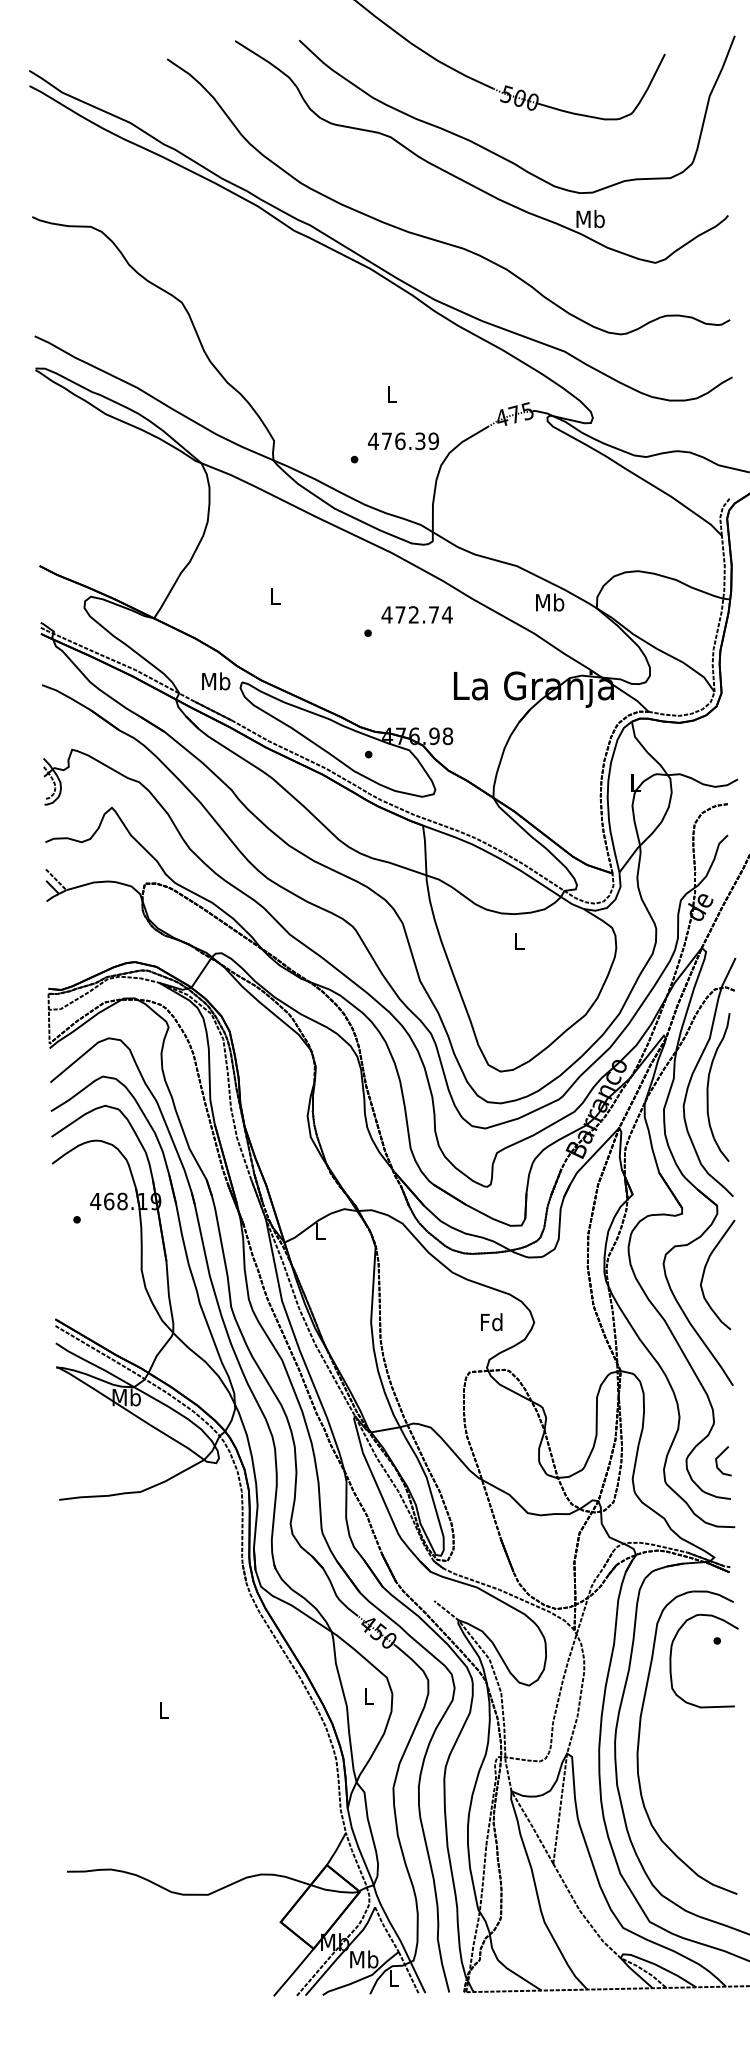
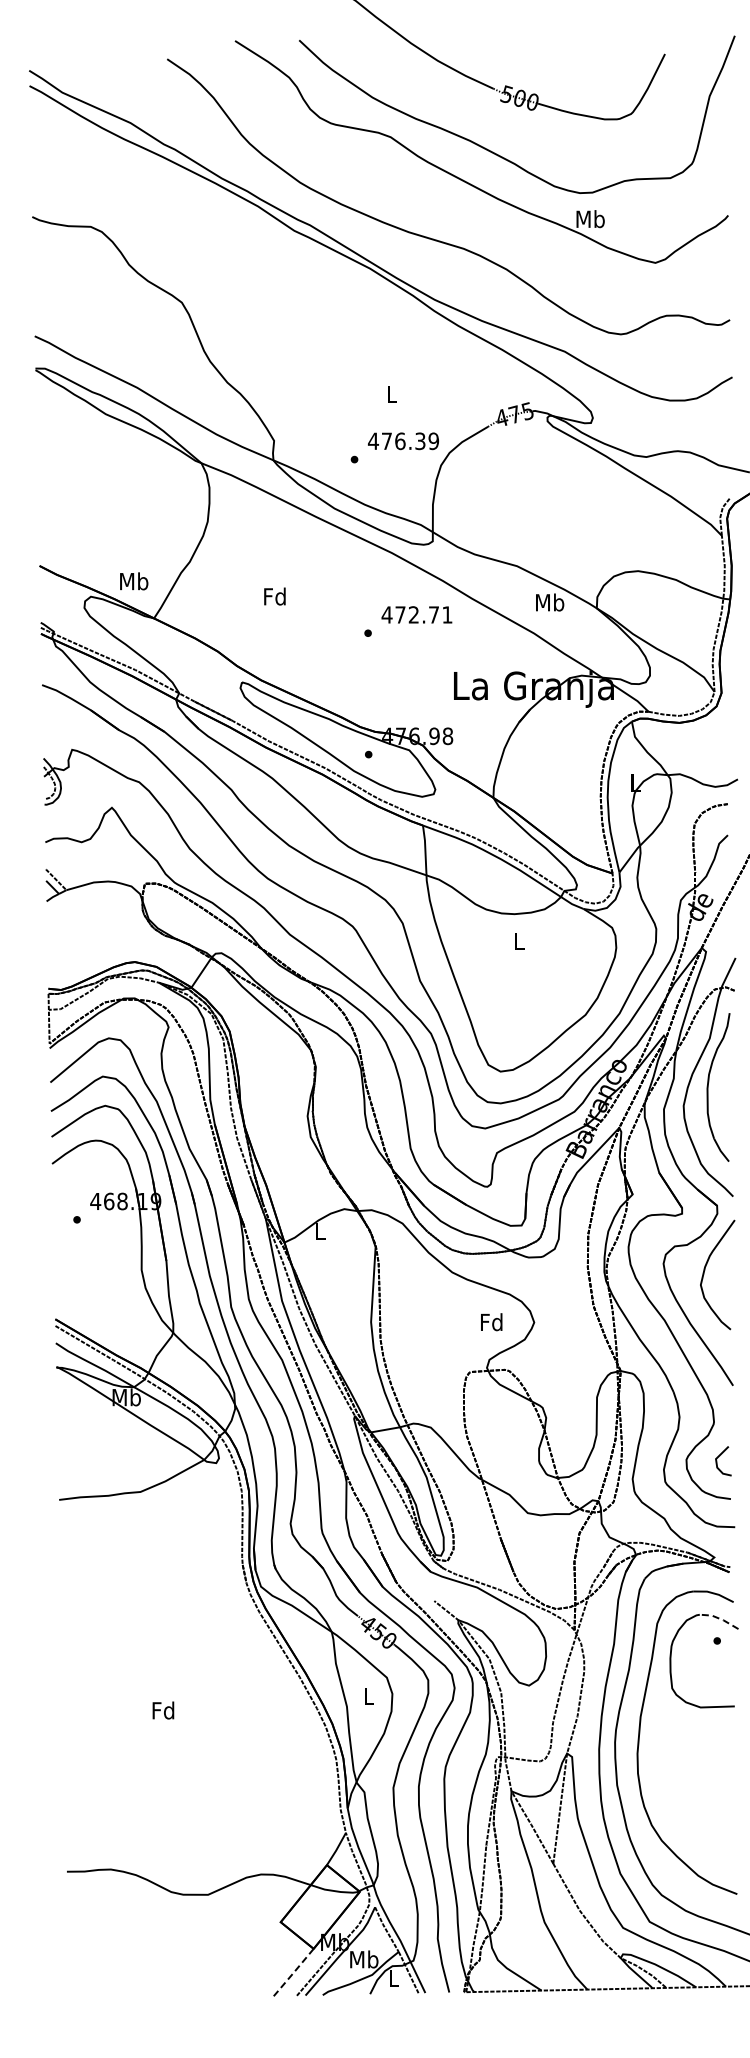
text at (274, 596): L -> Fd
text at (446, 614): 472.74 -> 472.71
text at (216, 681) position: (216, 681) -> (134, 581)
line at (720, 1618): solid -> dashed
text at (163, 1710): L -> Fd
line at (293, 1972): solid -> dashed
